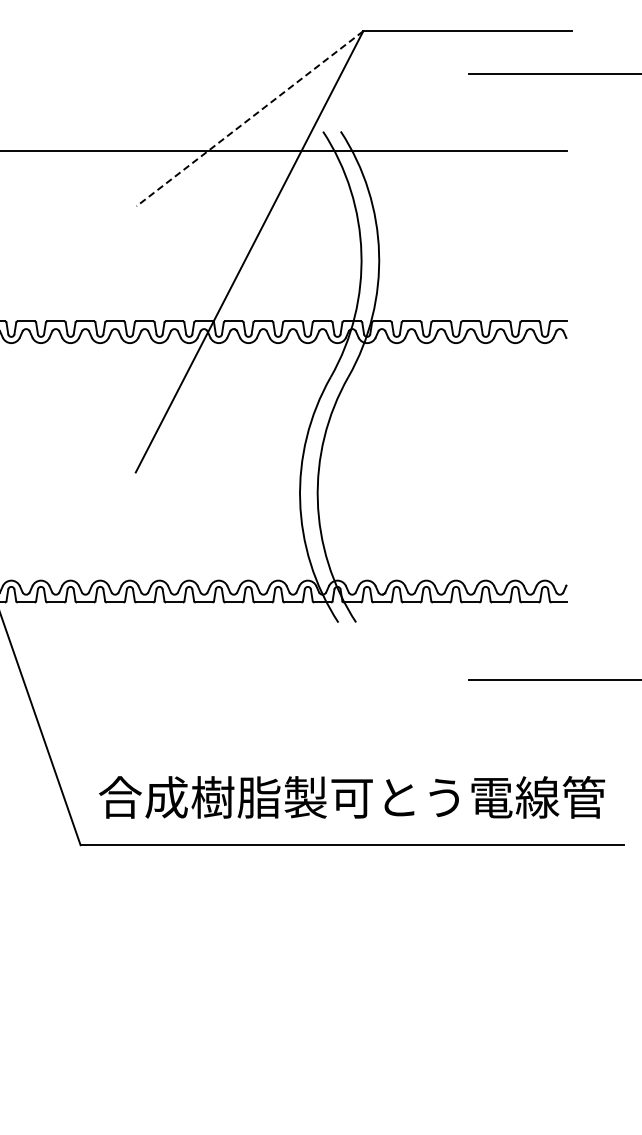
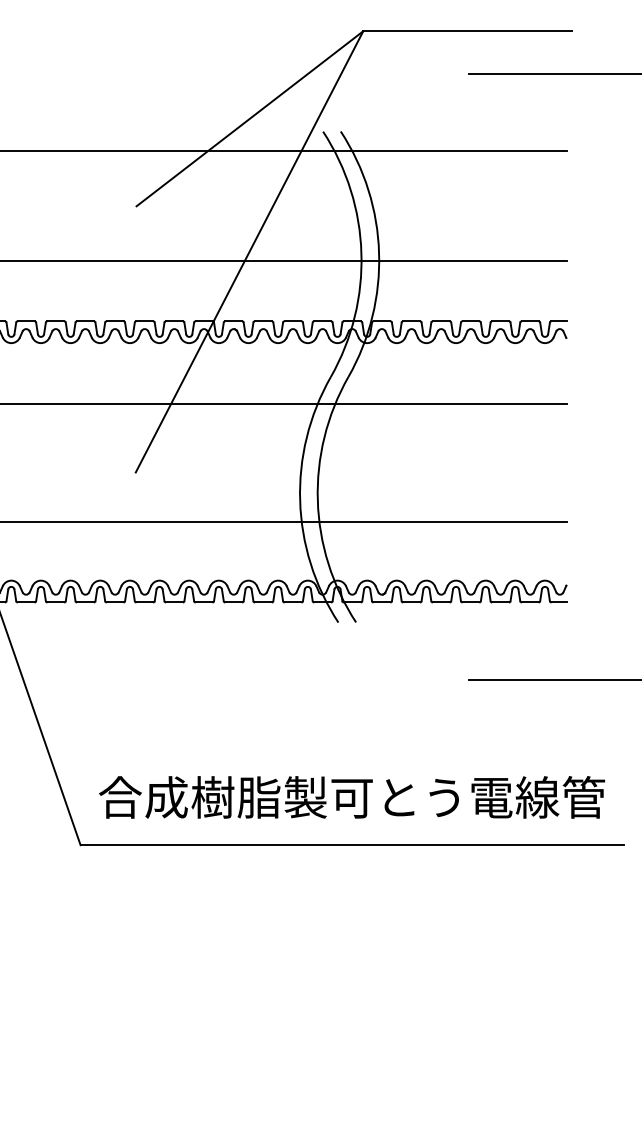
line at (249, 119): dashed -> solid
line at (284, 260): none -> present
line at (284, 404): none -> present
line at (284, 521): none -> present
